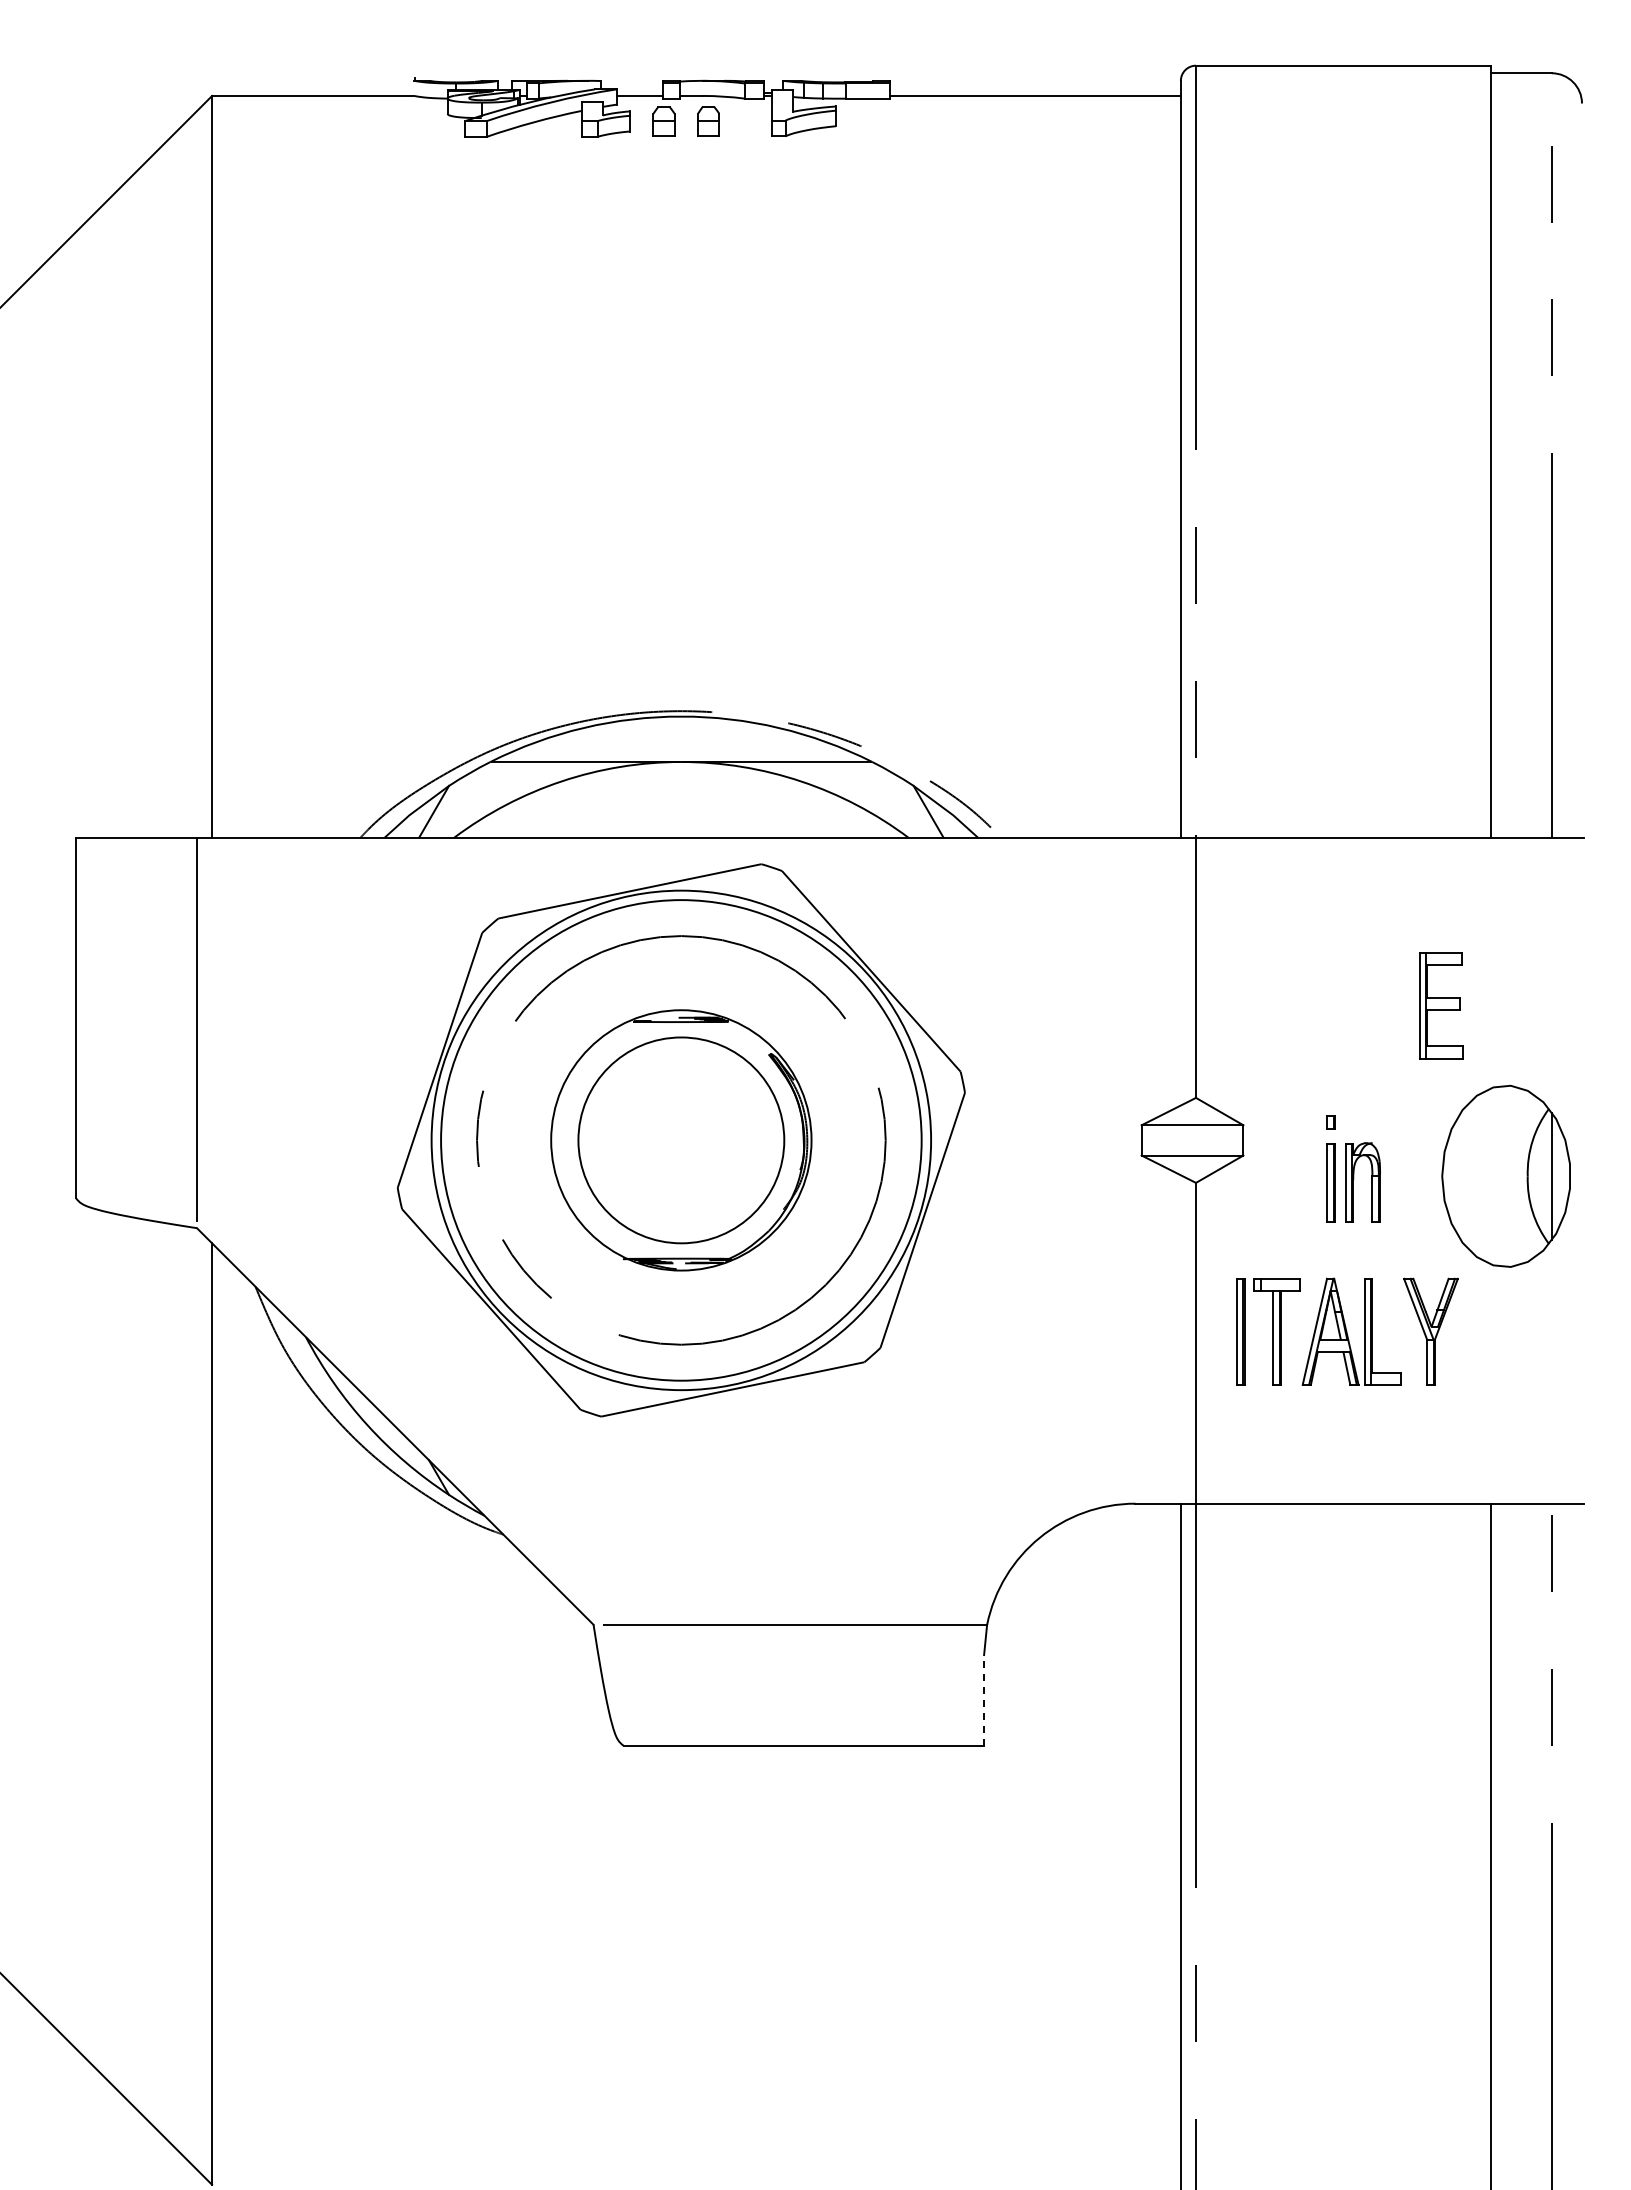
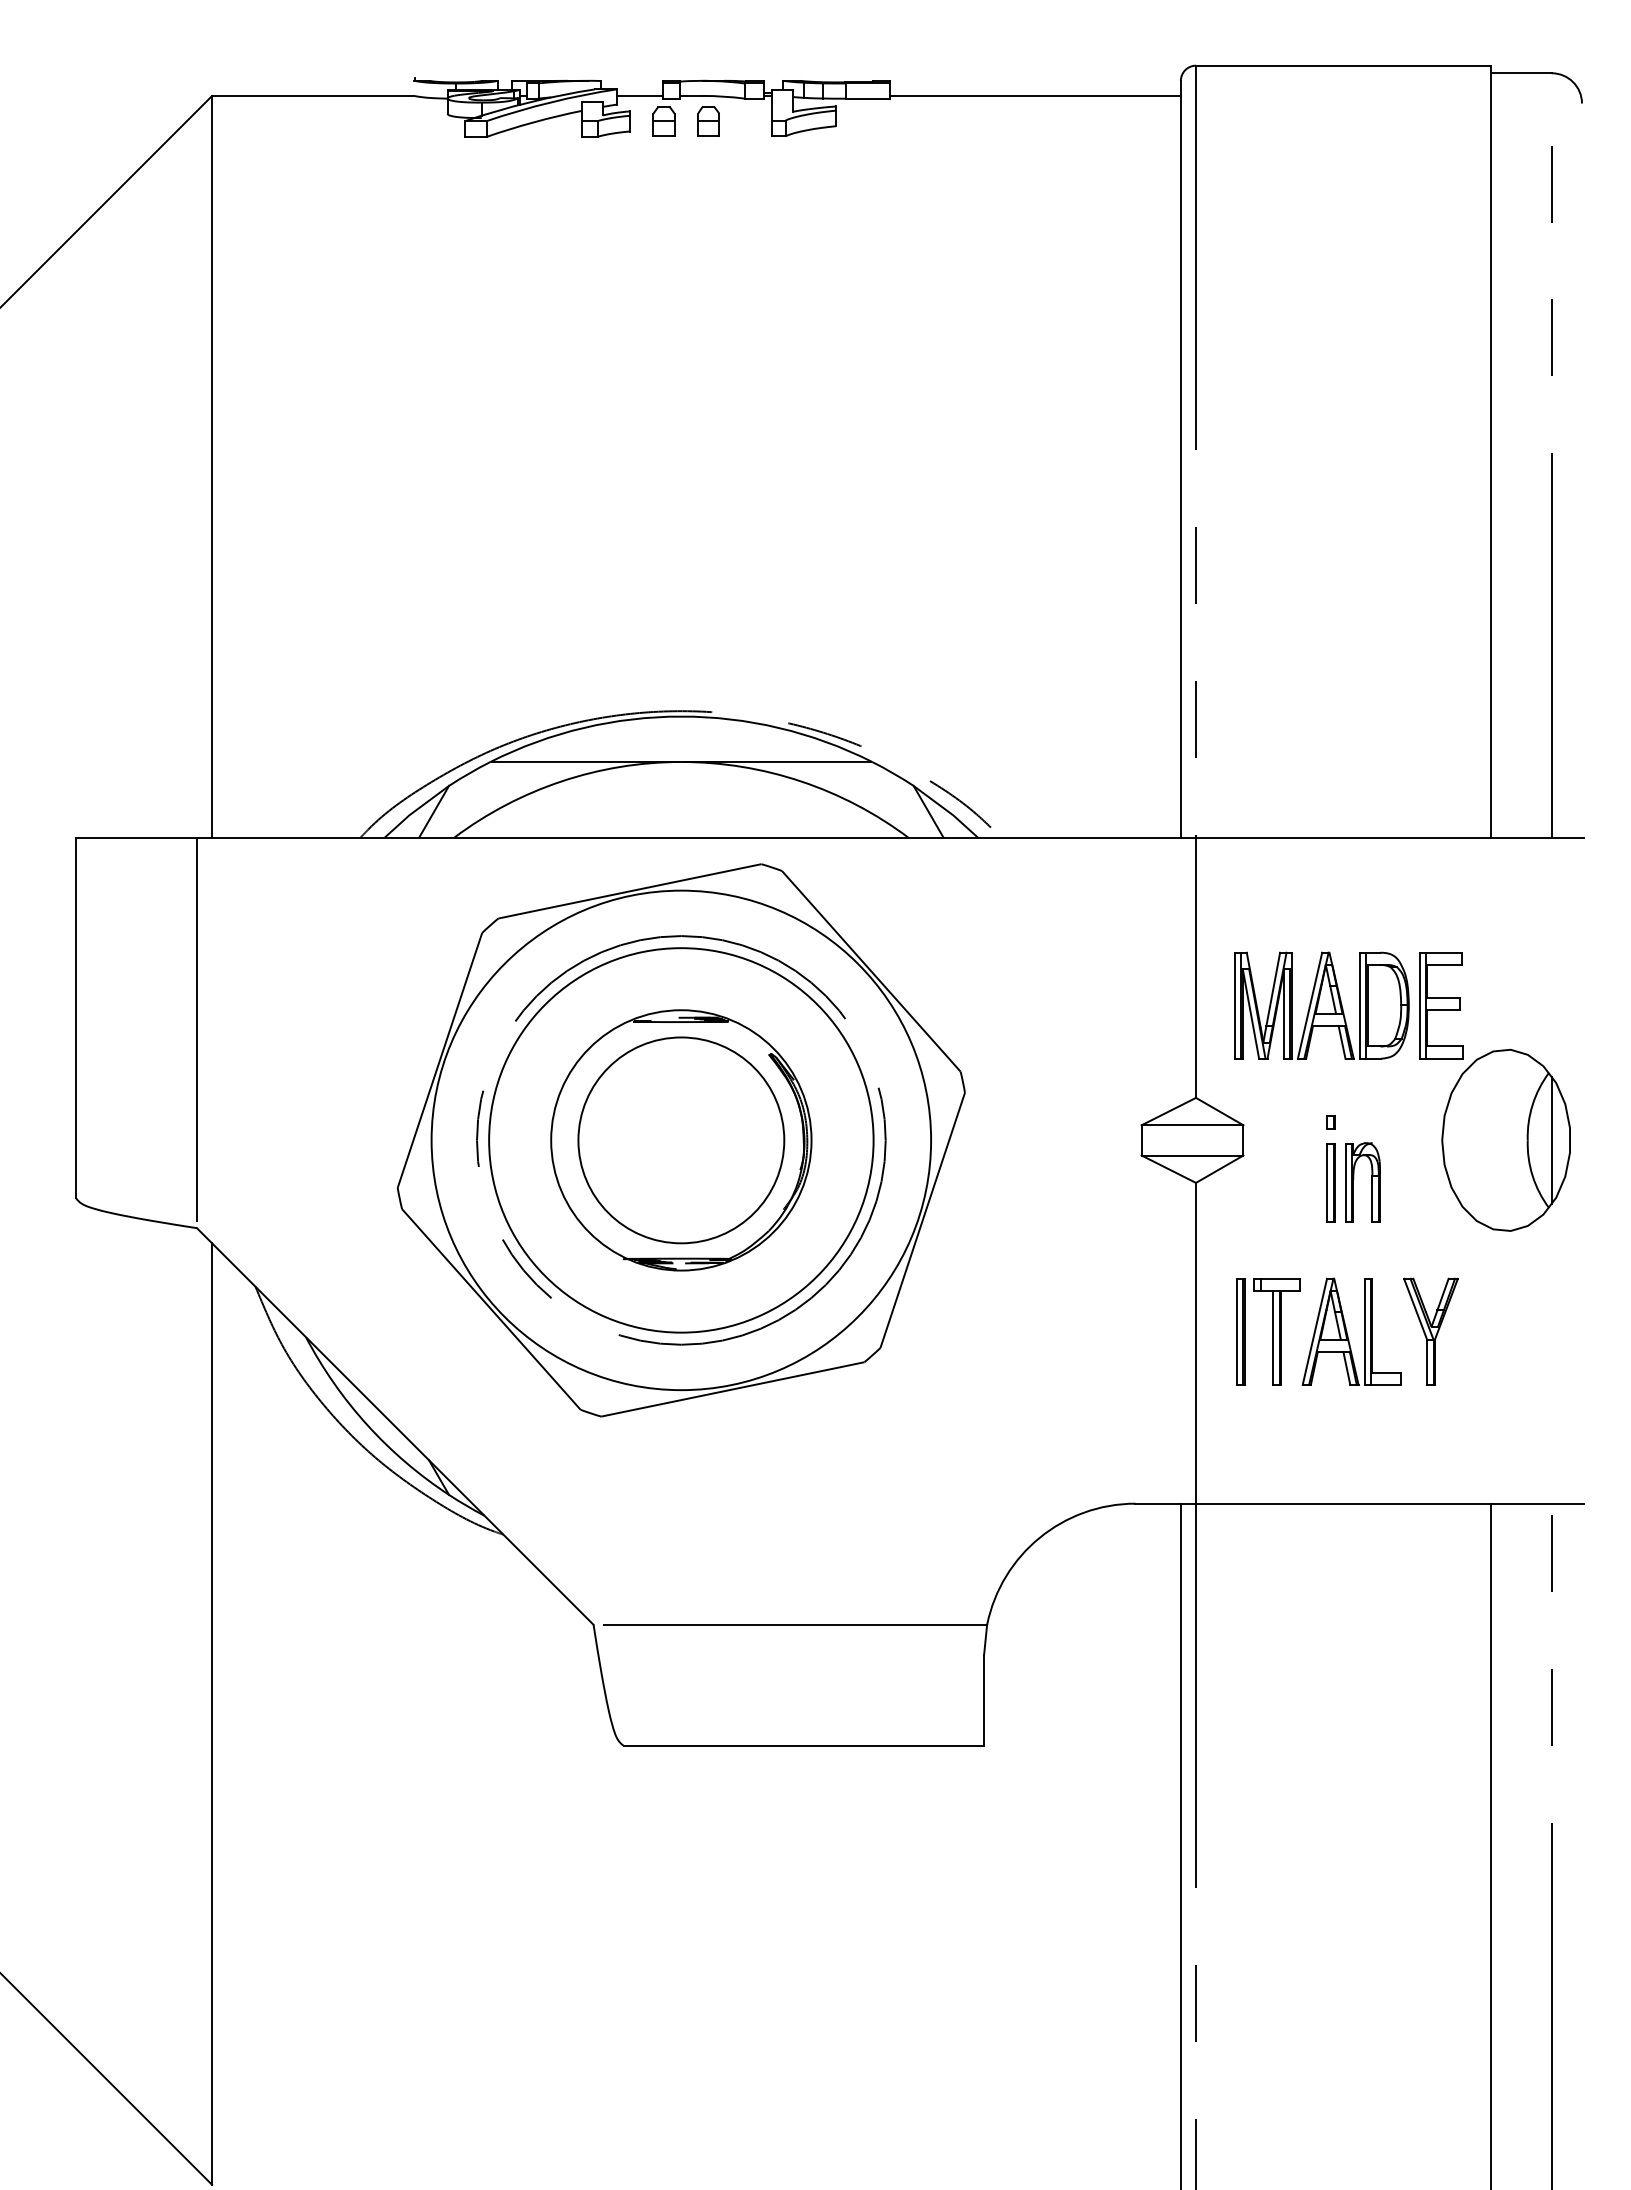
part at (1321, 1005): none -> present
circle at (681, 1140) diameter: 481 px -> 384 px
part at (1505, 1175) position: (1505, 1175) -> (1505, 1139)
line at (984, 1699): dashed -> solid
